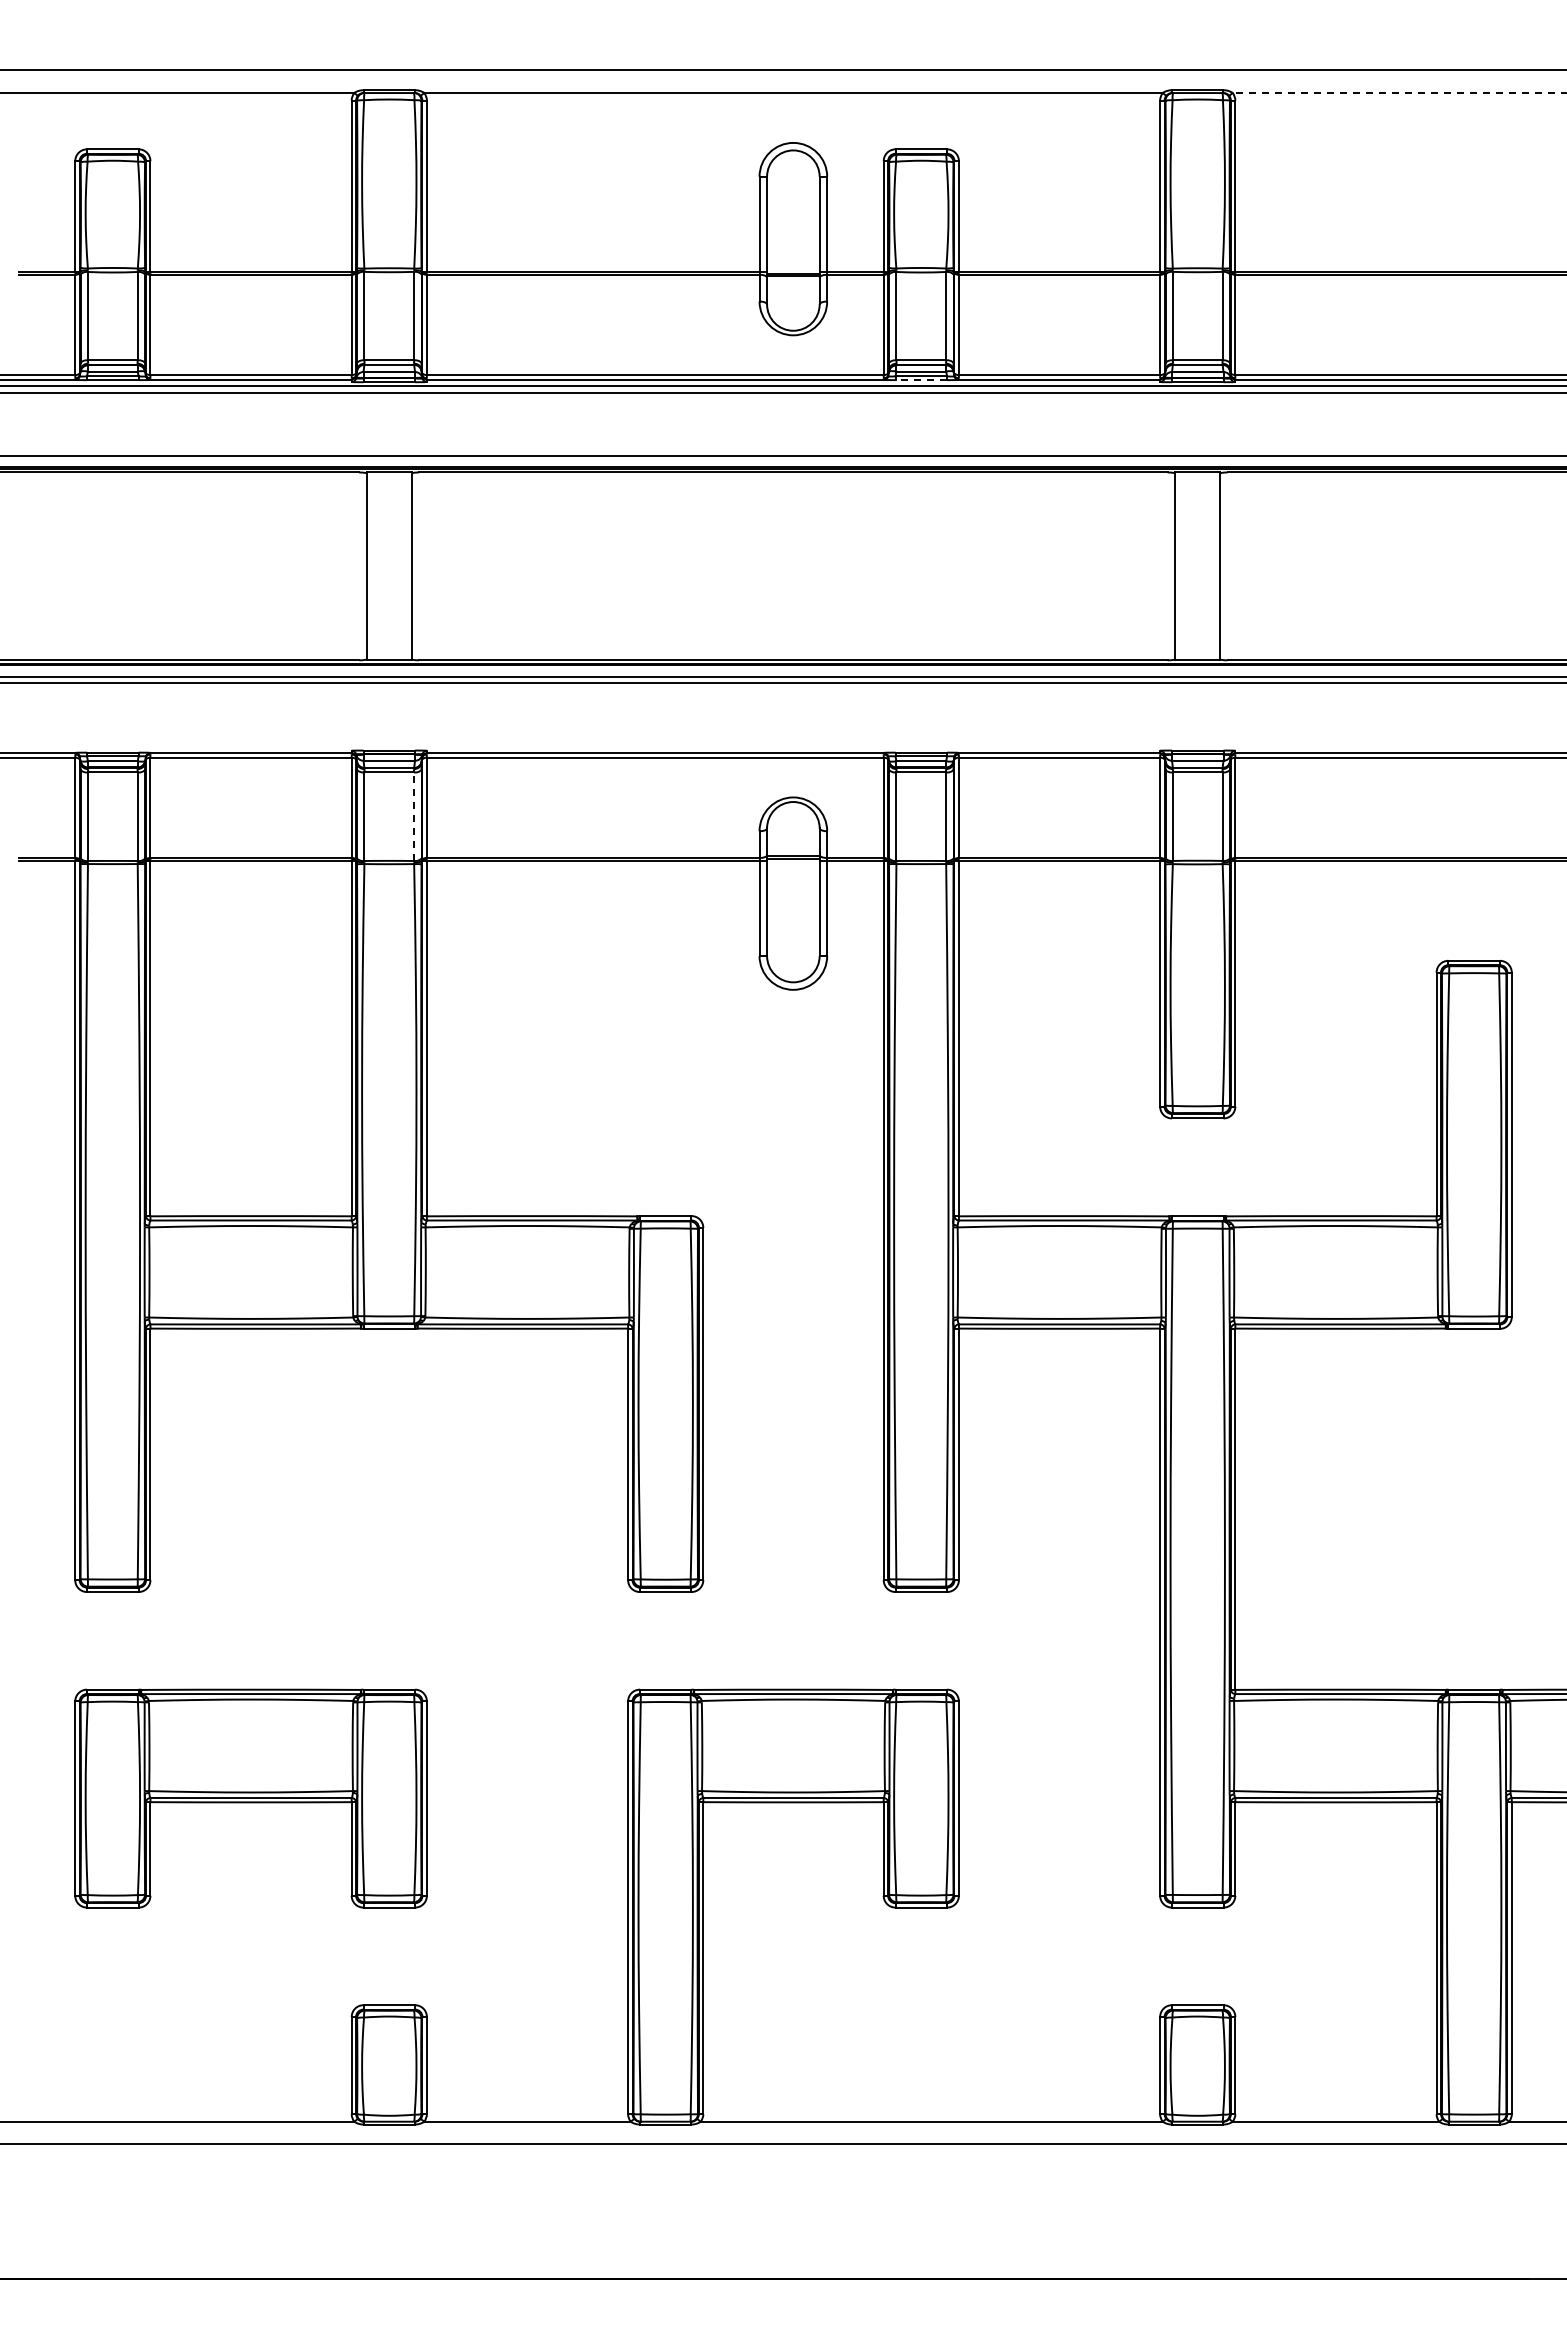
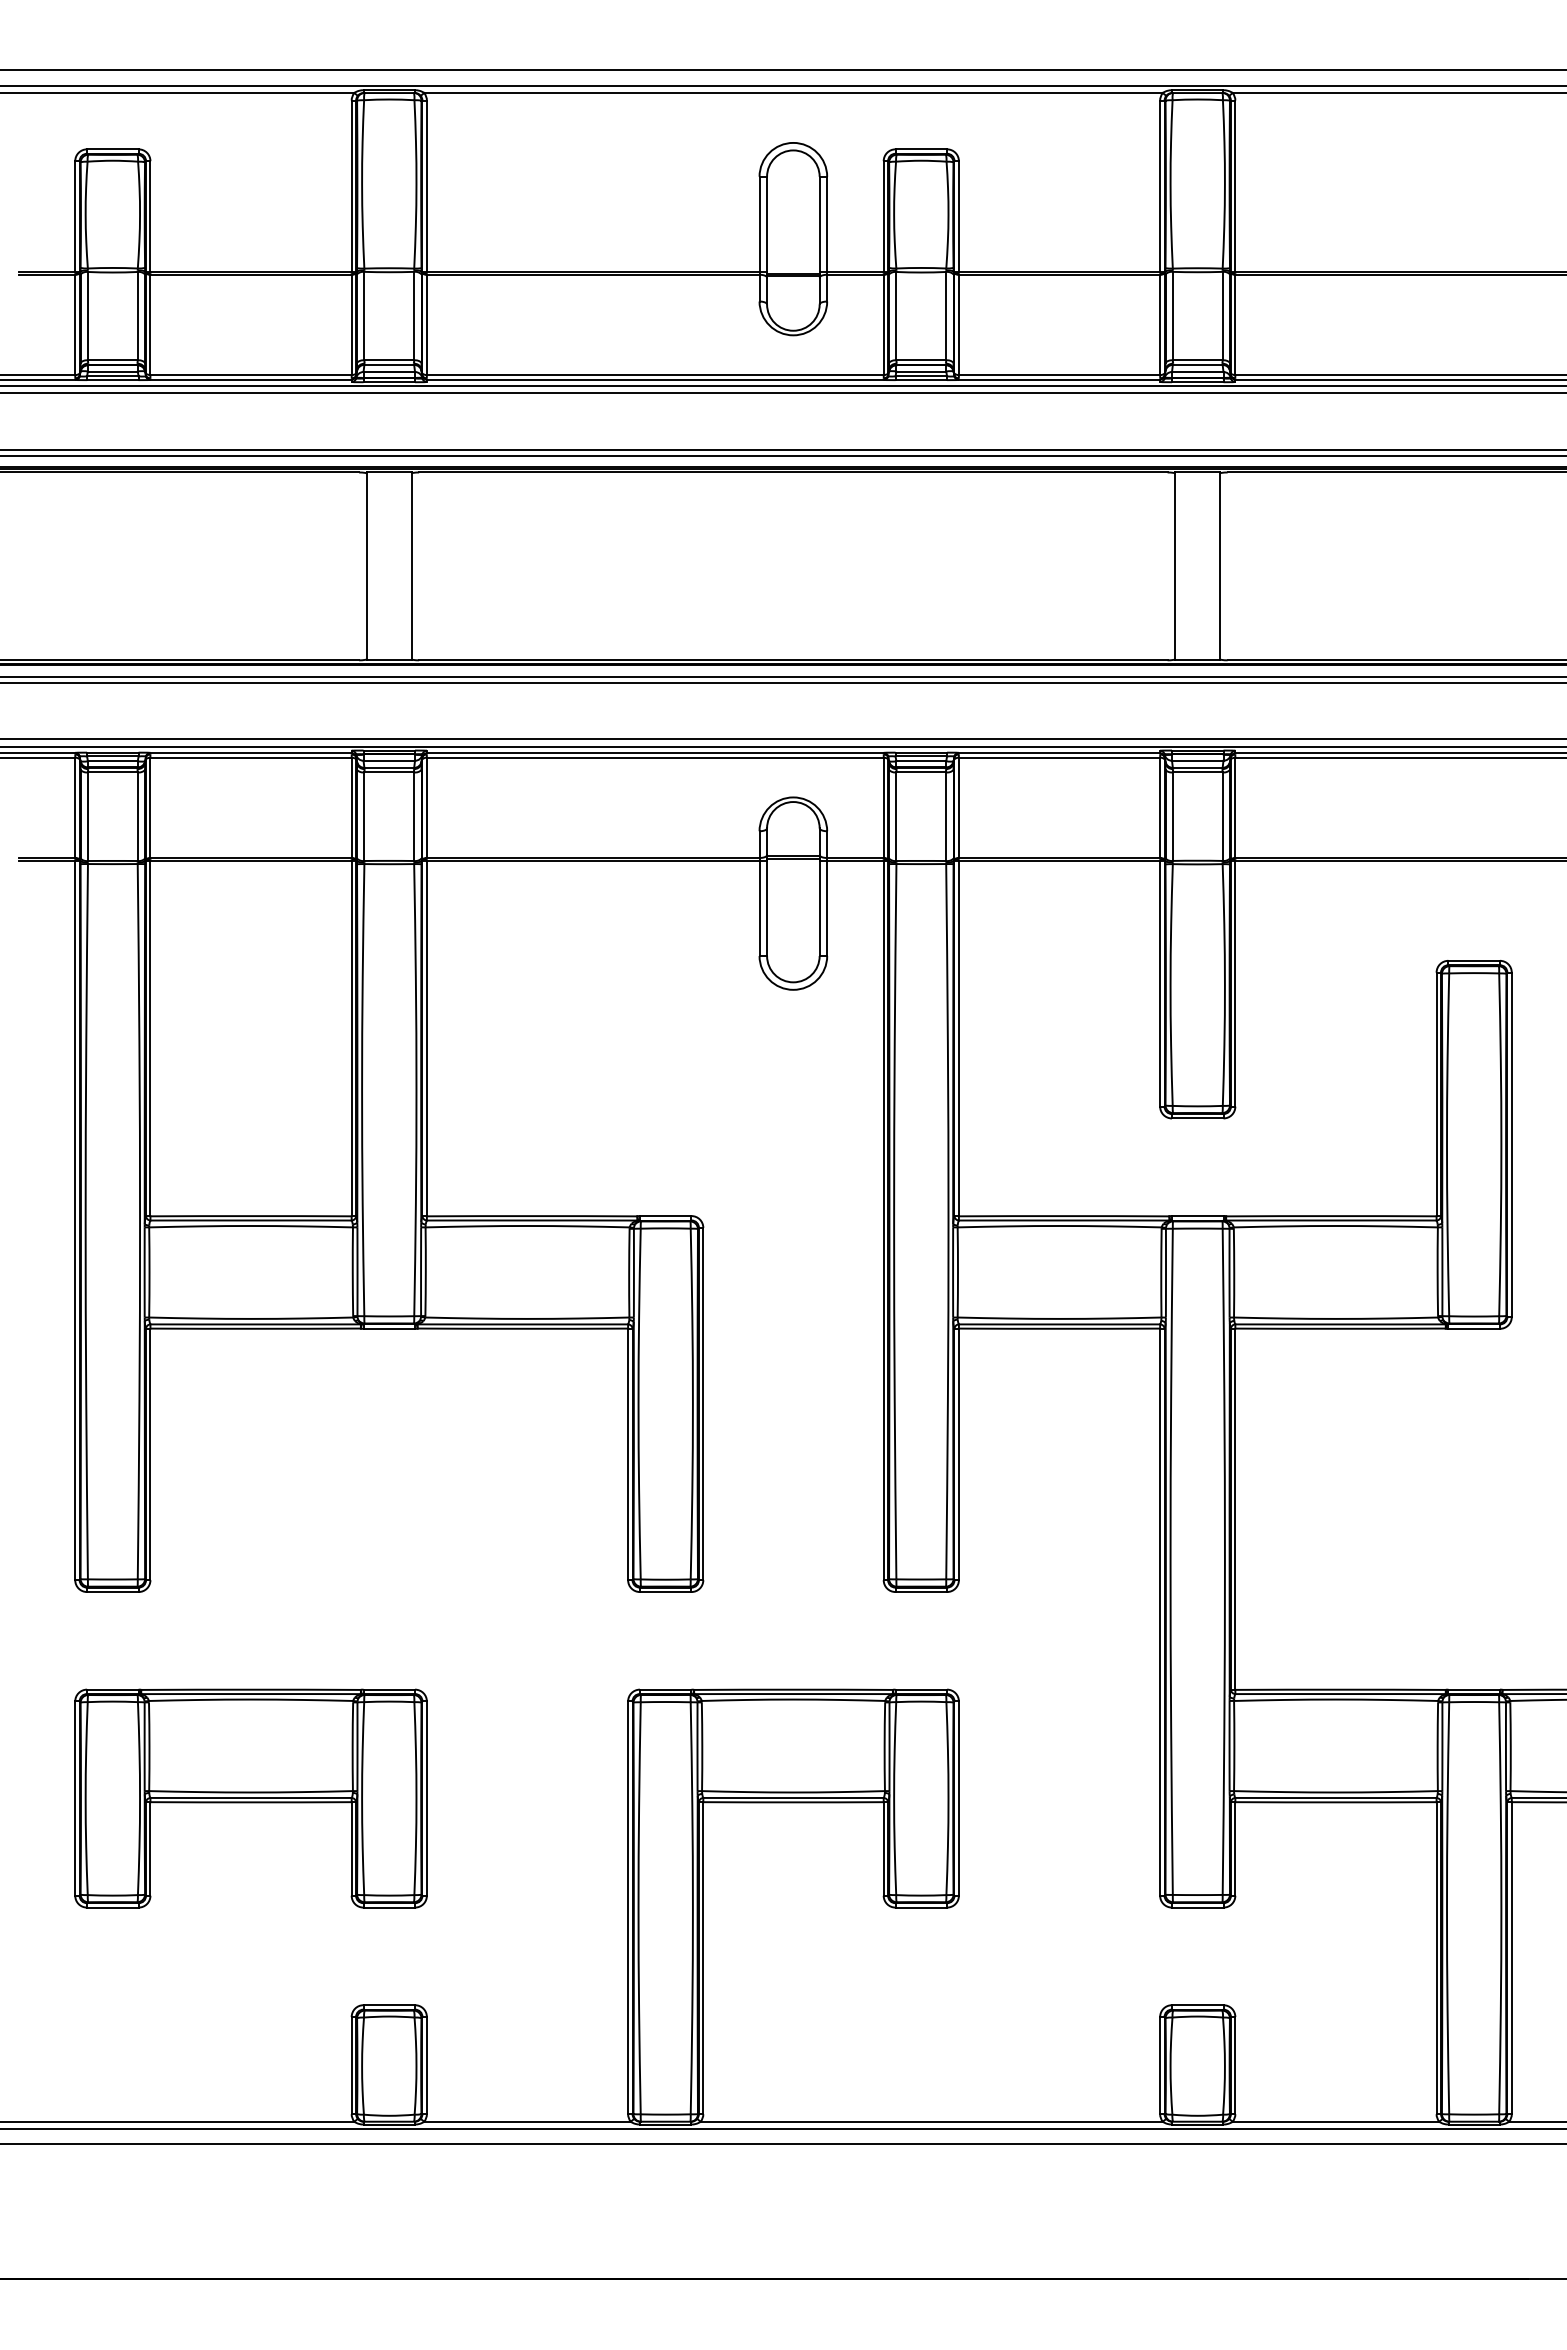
line at (782, 85): none -> present
line at (1399, 93): dashed -> solid
line at (921, 380): dashed -> solid
line at (782, 450): none -> present
line at (782, 739): none -> present
line at (782, 746): none -> present
line at (414, 816): dashed -> solid
line at (782, 2129): none -> present
